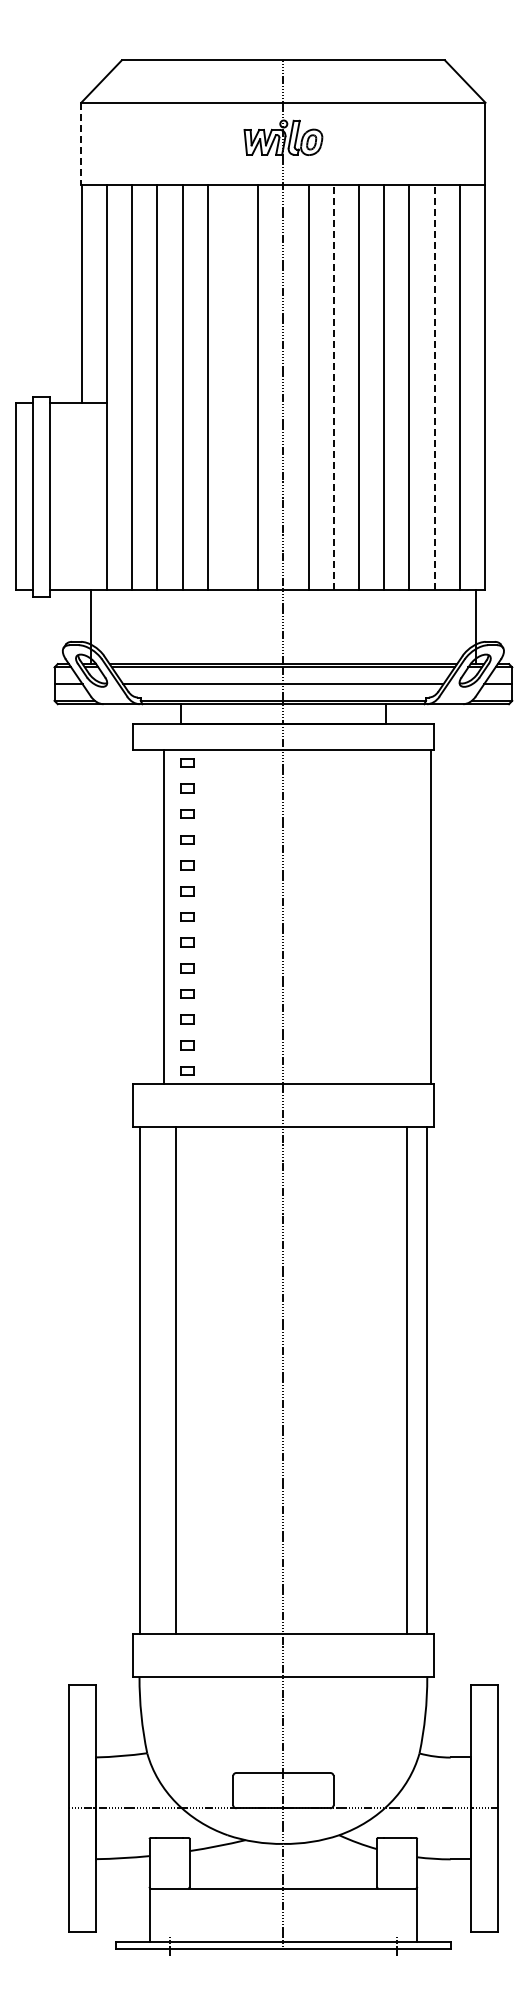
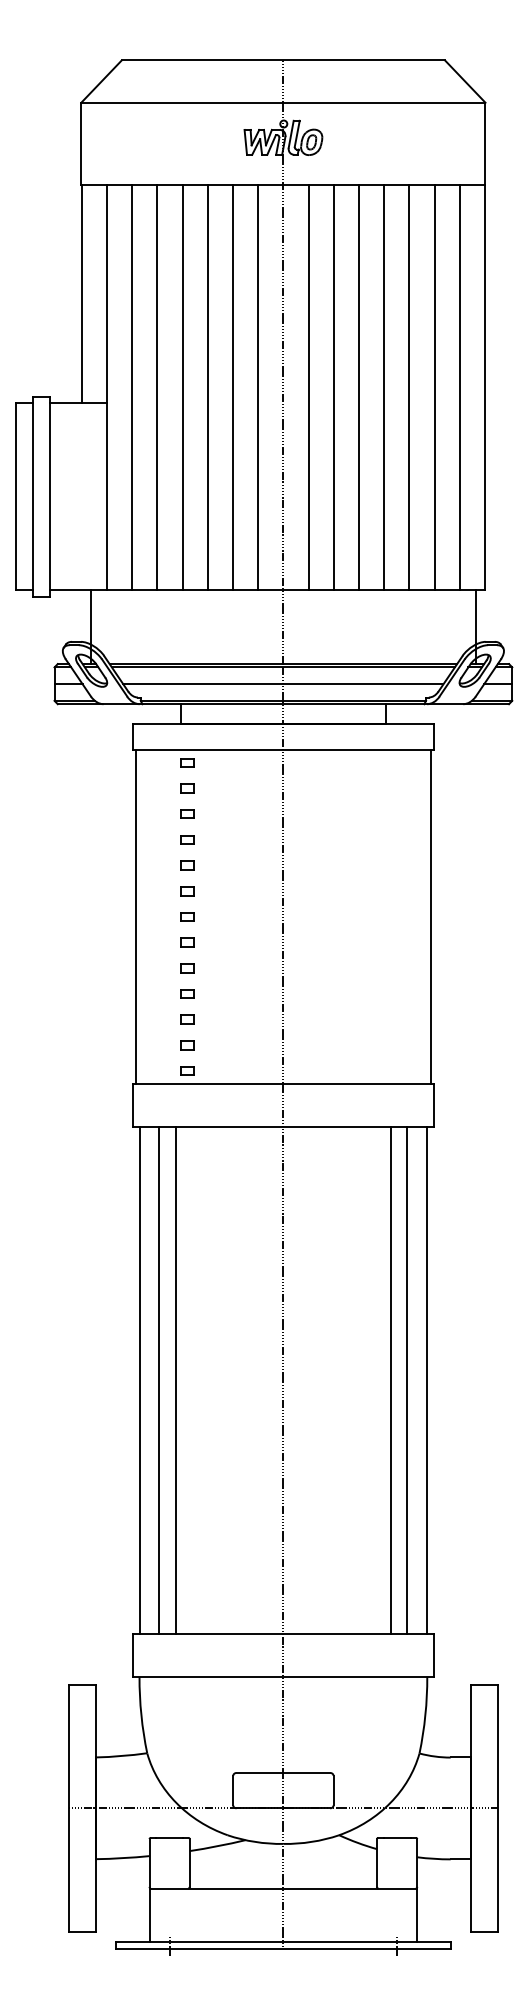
line at (81, 144): dashed -> solid
line at (233, 387): none -> present
line at (333, 387): dashed -> solid
line at (434, 387): dashed -> solid
line at (164, 916) position: (164, 916) -> (136, 916)
line at (159, 1380): none -> present
line at (391, 1380): none -> present
